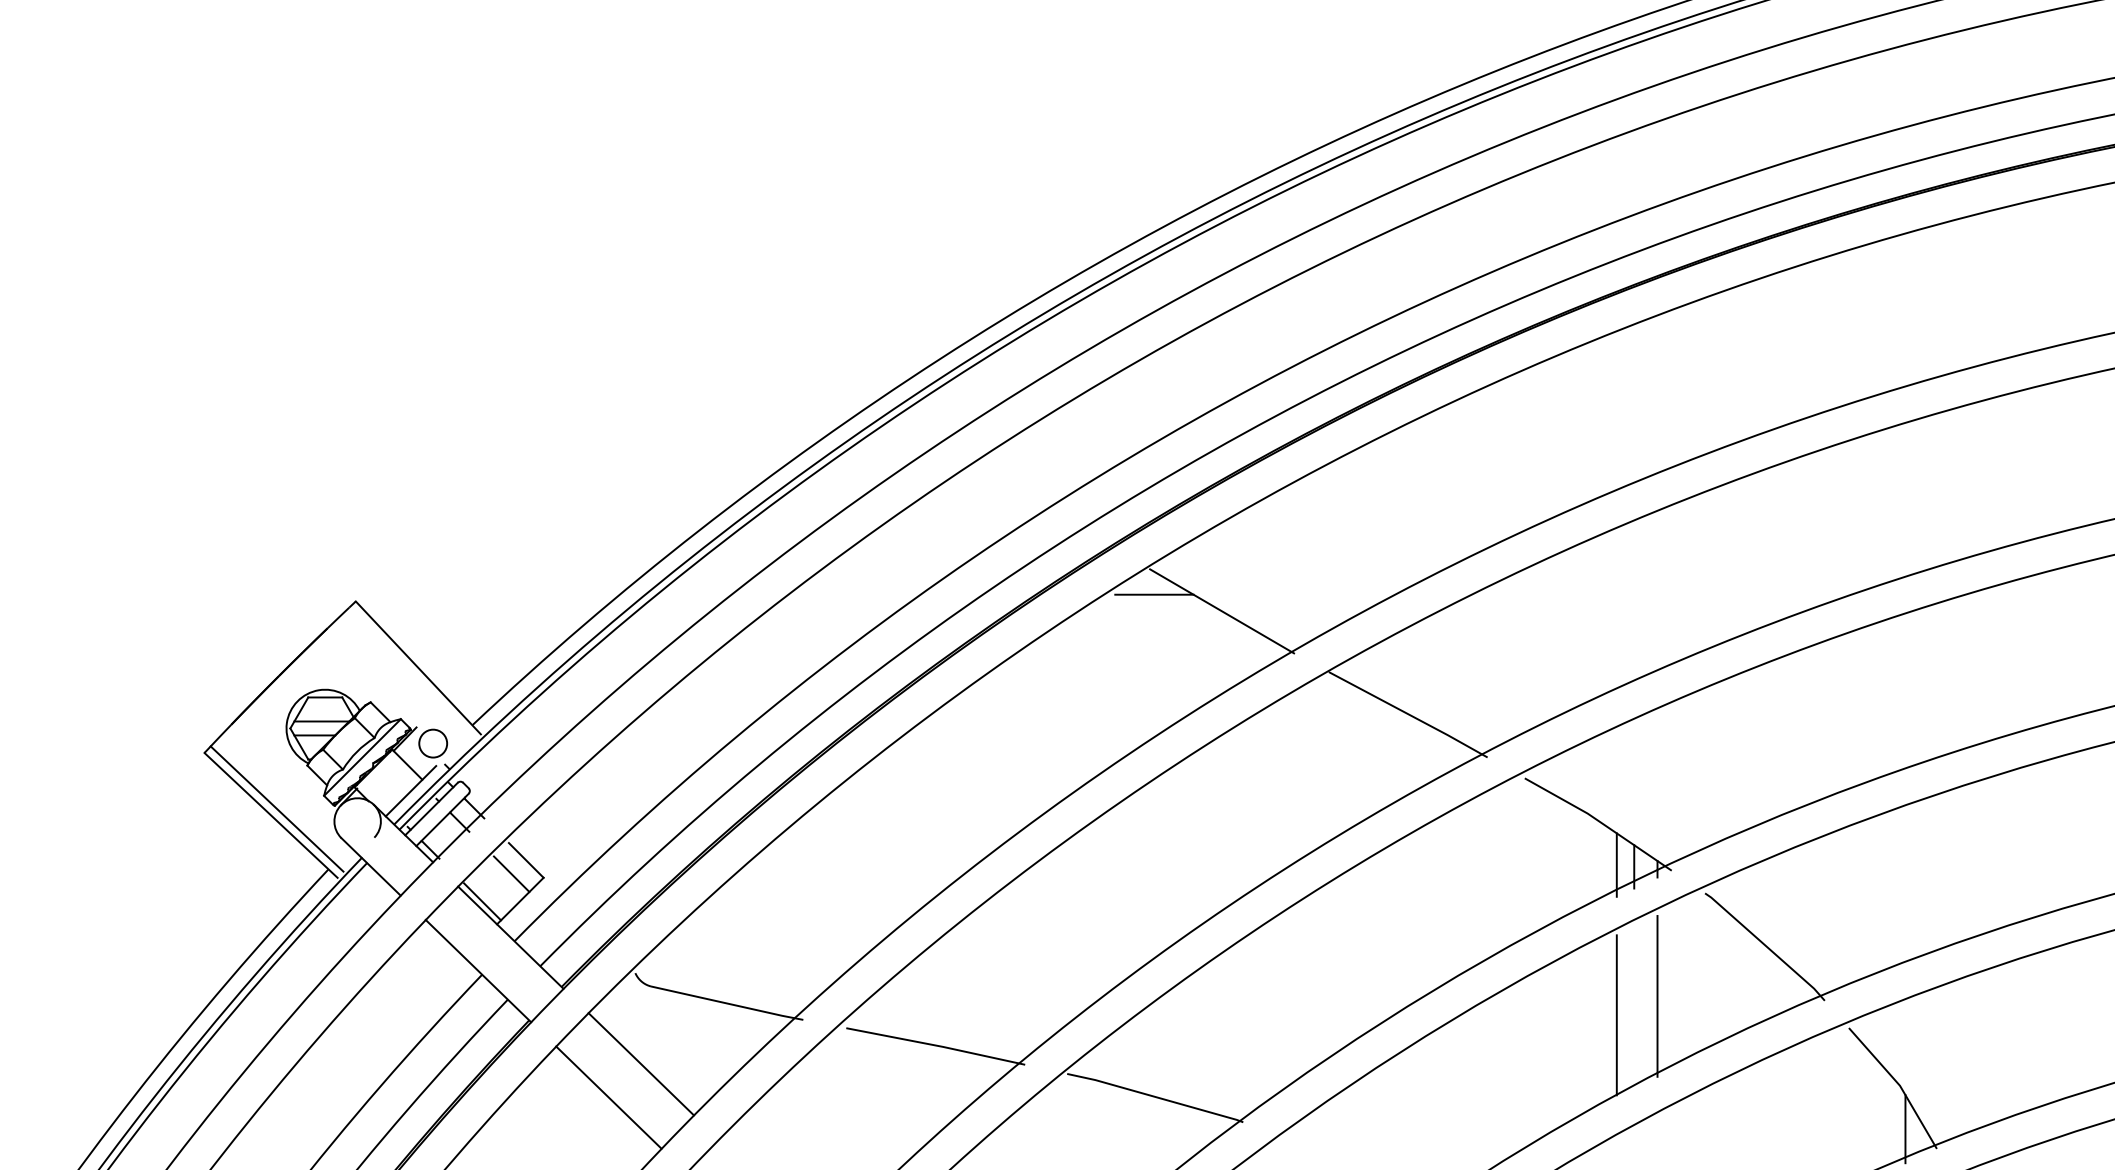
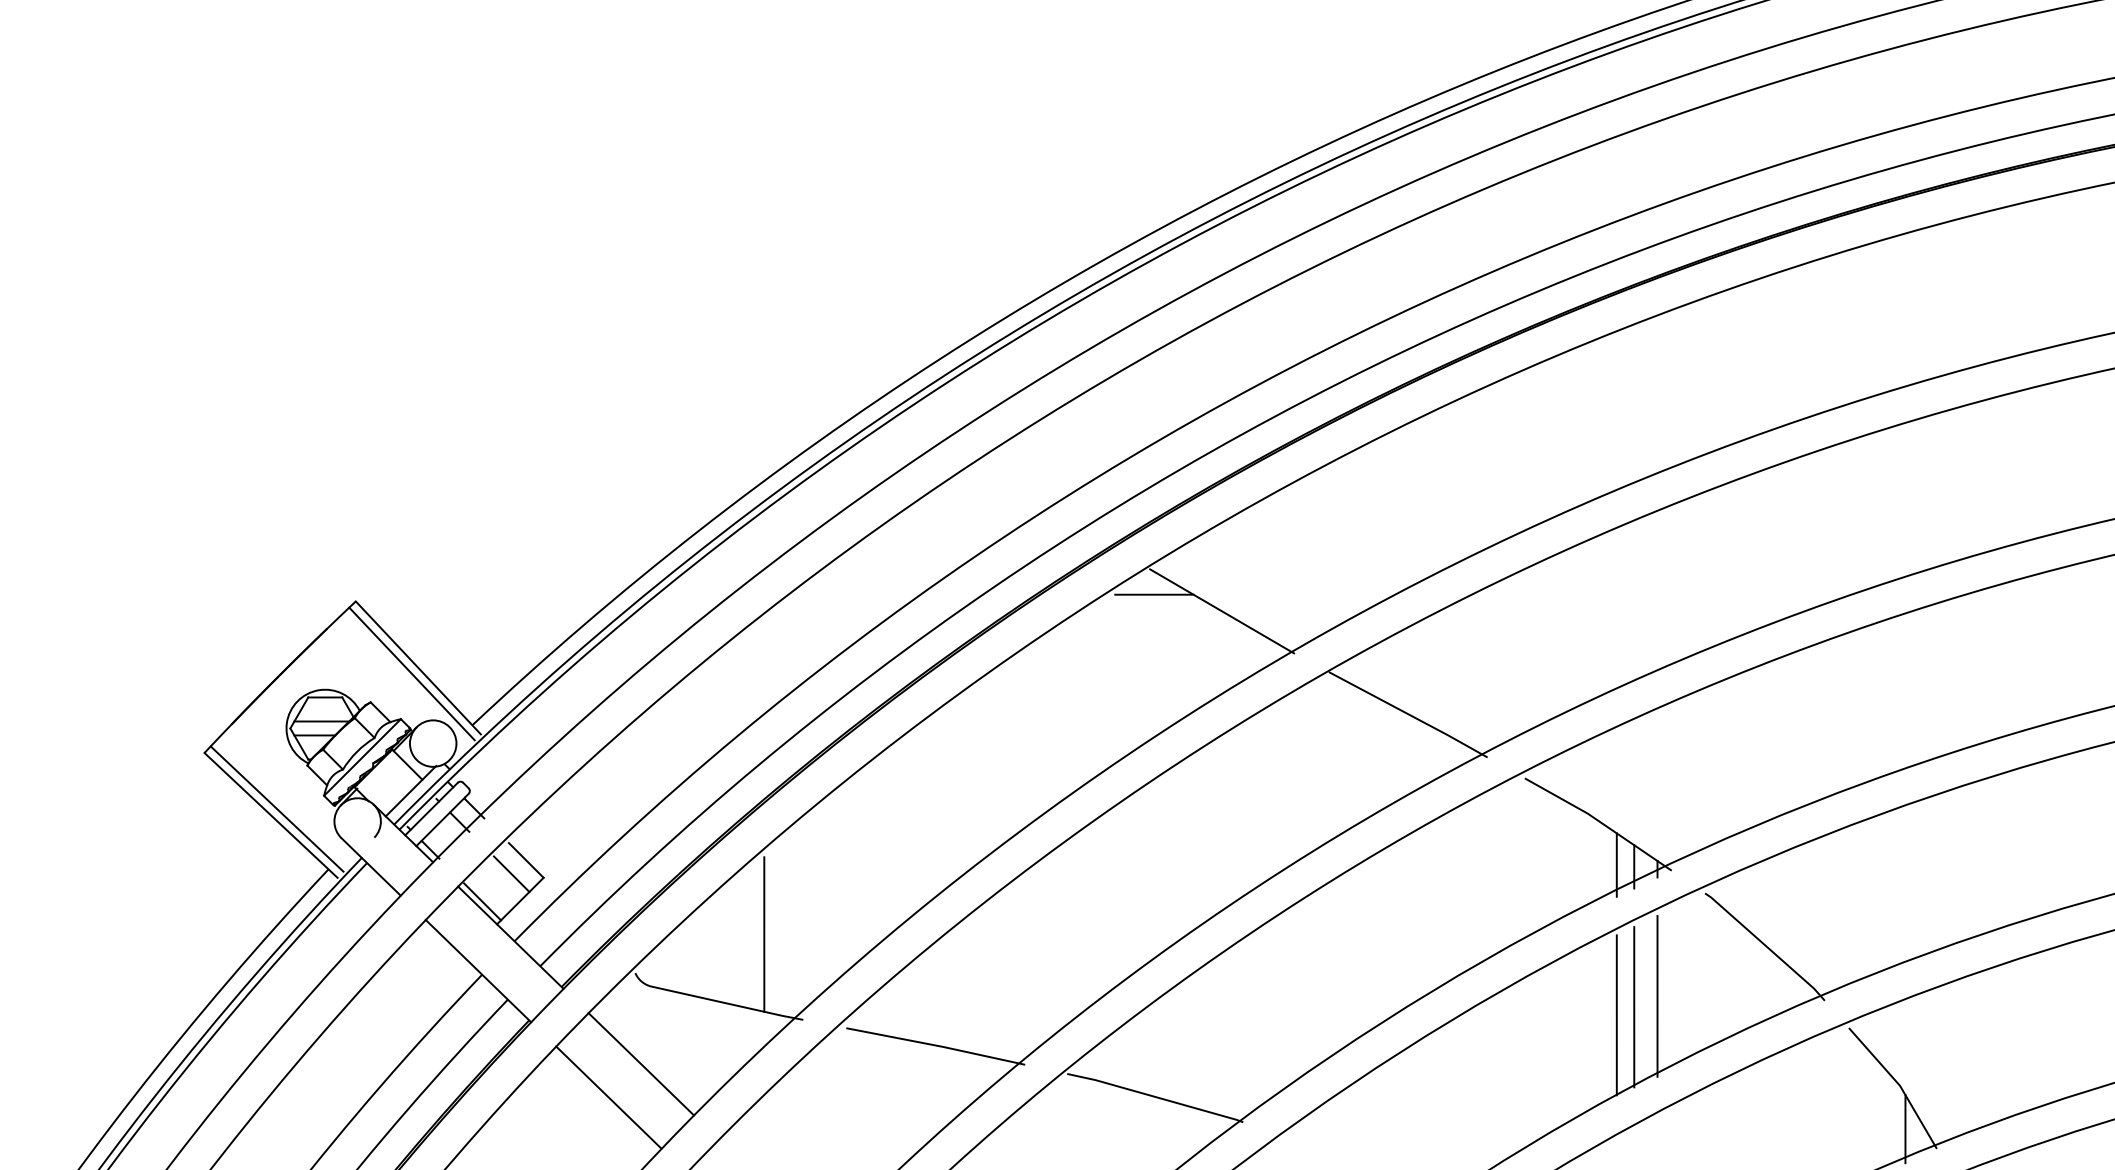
line at (411, 673): none -> present
circle at (433, 743) diameter: 28 px -> 46 px
line at (764, 934): none -> present
line at (1634, 1007): none -> present
